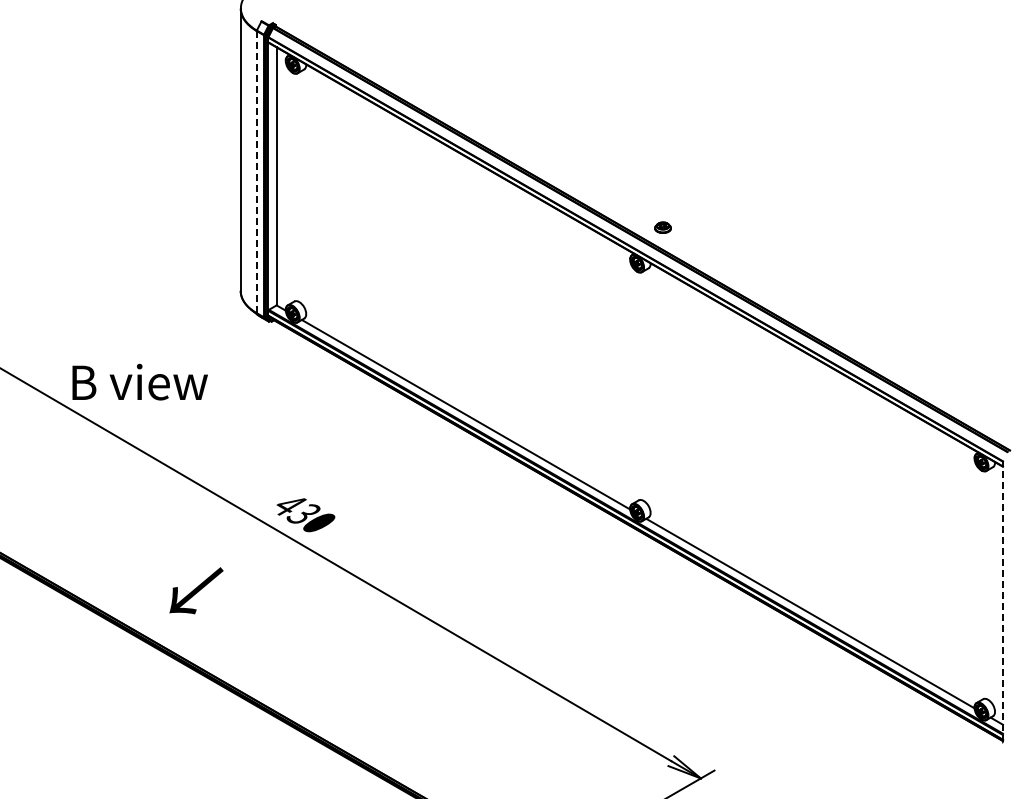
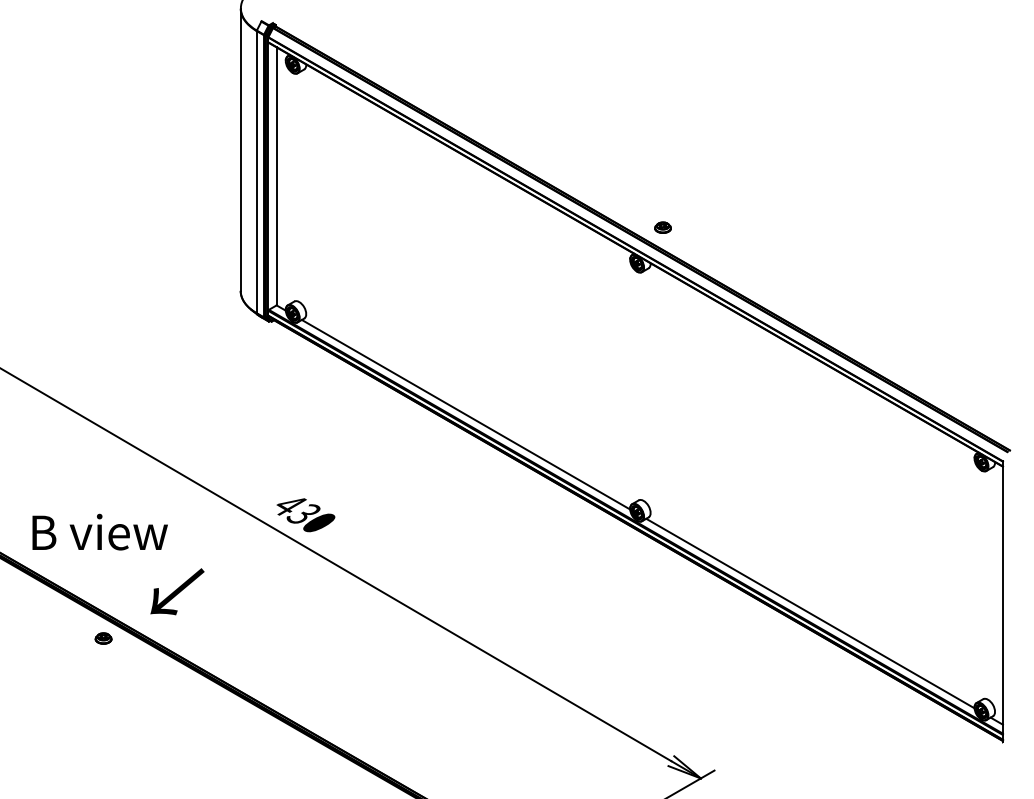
line at (256, 171): dashed -> solid
text at (139, 381) position: (139, 381) -> (99, 531)
text at (196, 590) position: (196, 590) -> (177, 591)
line at (1002, 601): dashed -> solid
part at (103, 638): none -> present
